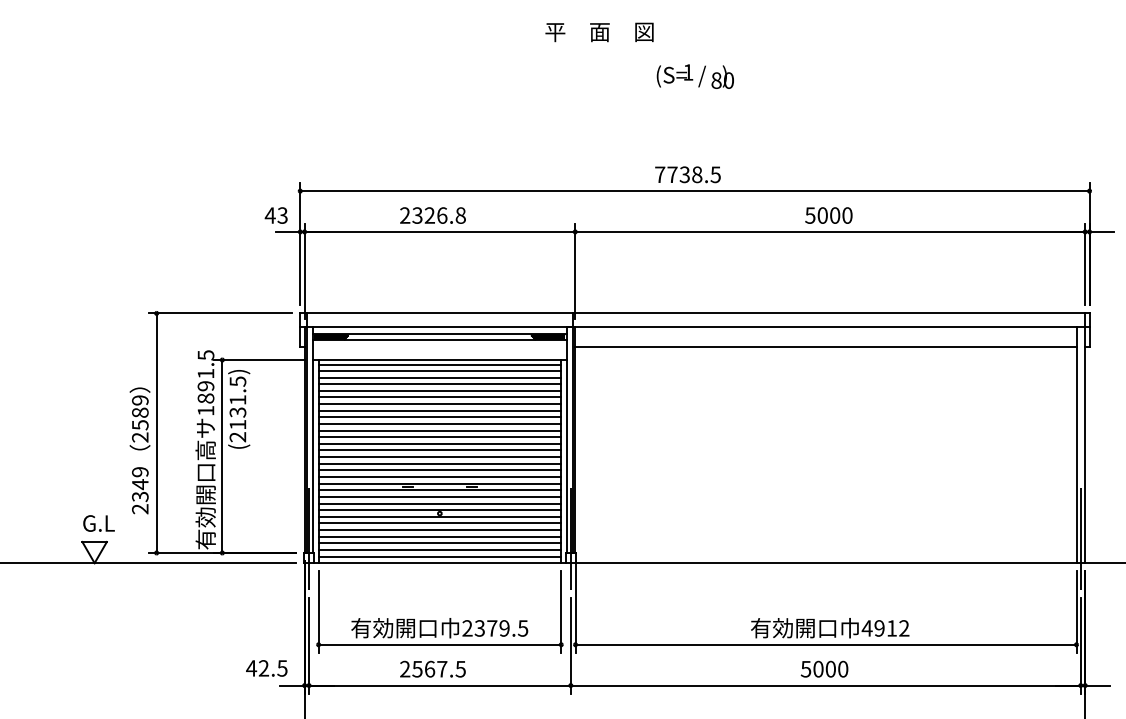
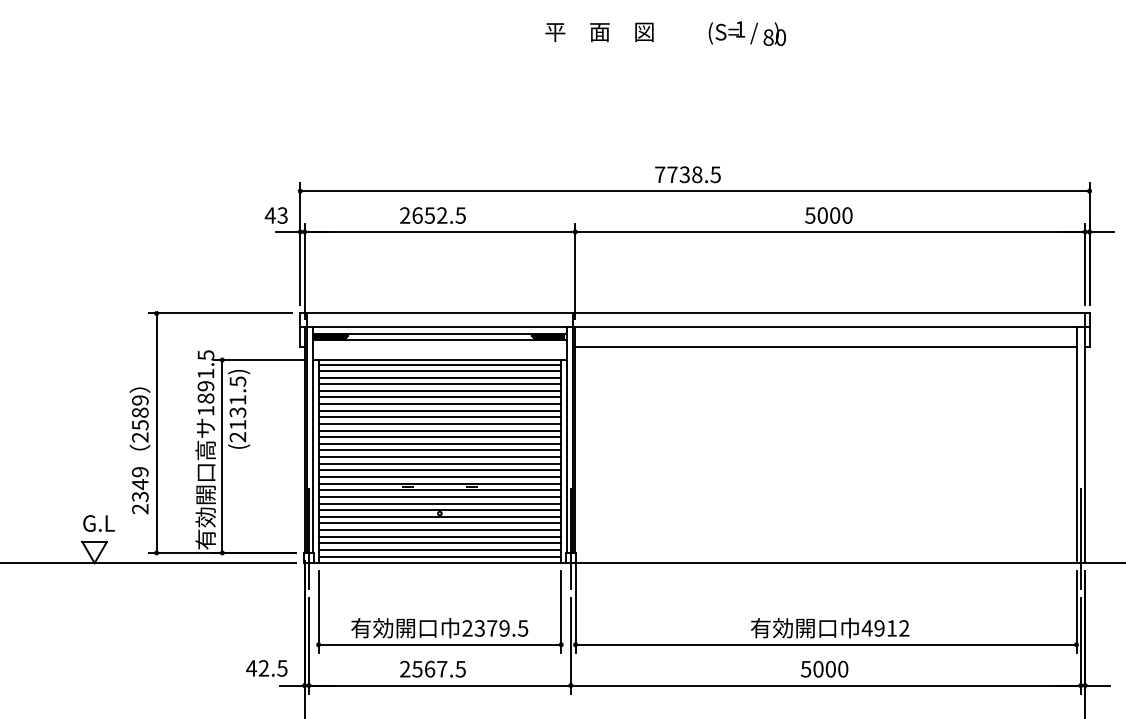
text at (694, 76) position: (694, 76) -> (746, 33)
text at (438, 215): 2326.8 -> 2652.5
